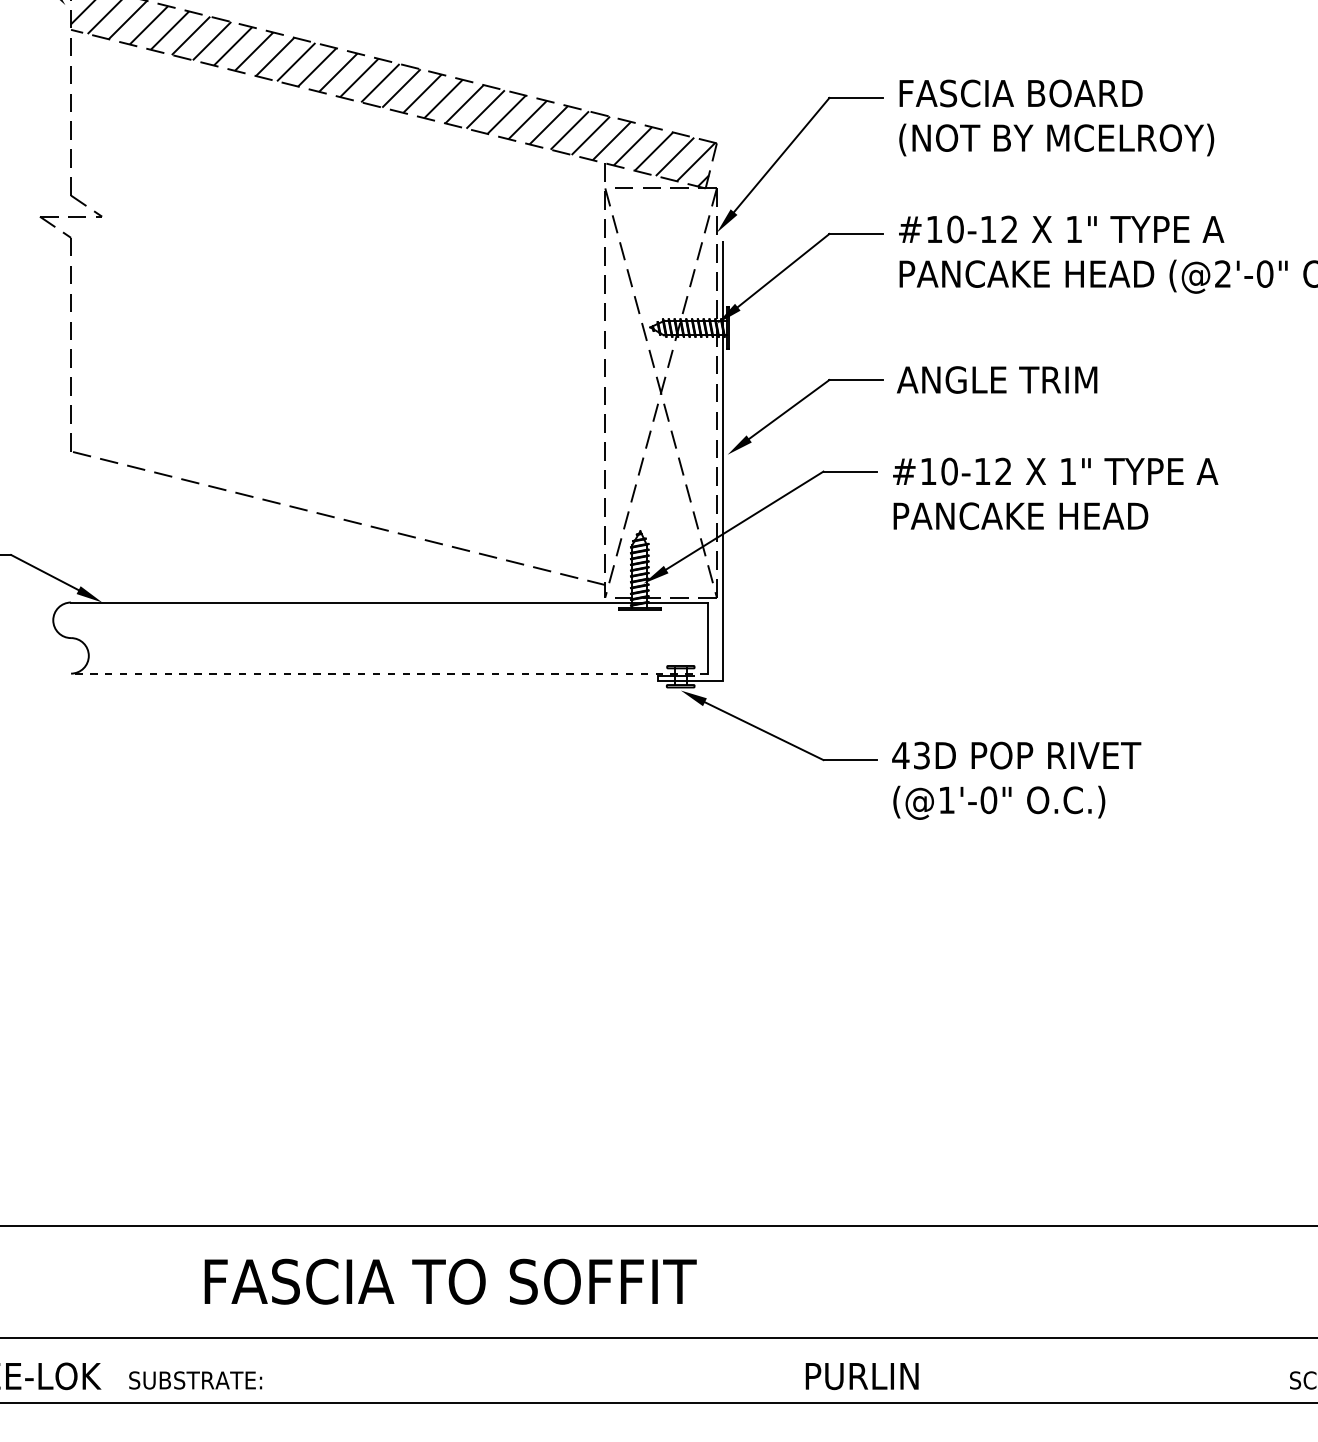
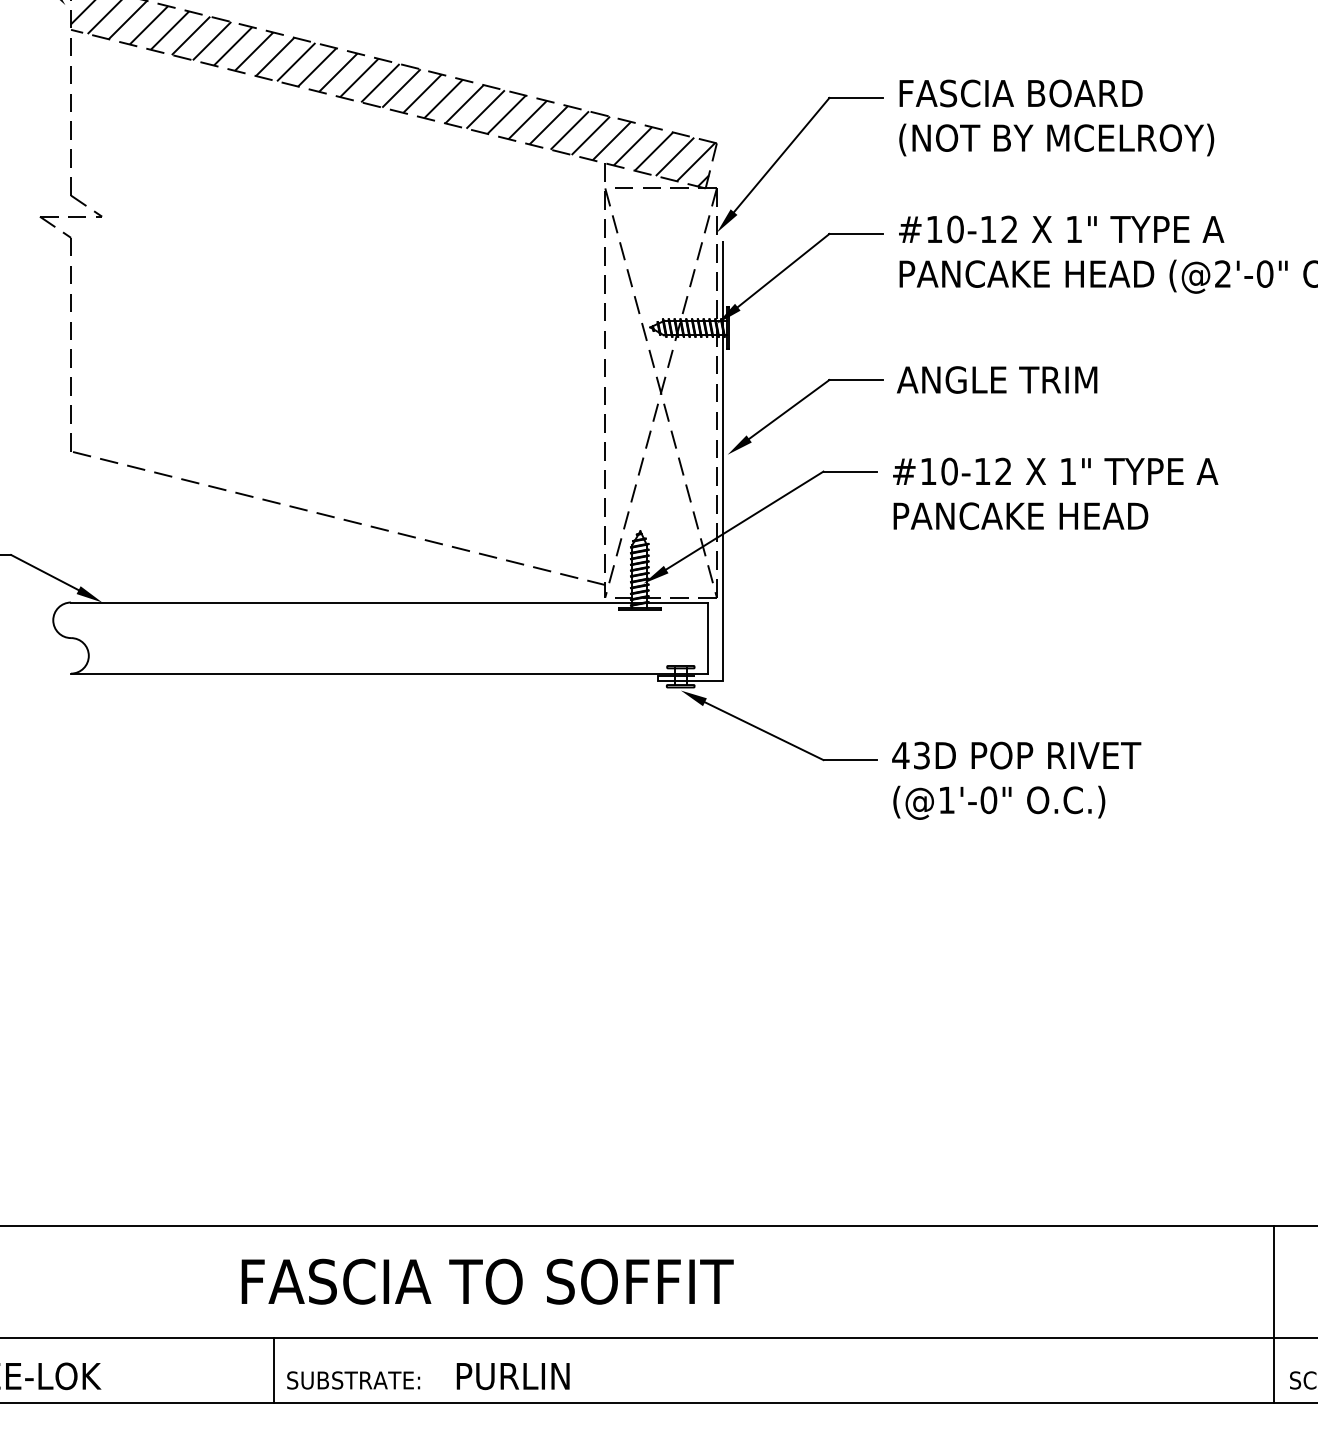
line at (388, 673): dashed -> solid
text at (450, 1281) position: (450, 1281) -> (487, 1281)
line at (1274, 1313): none -> present
line at (274, 1369): none -> present
text at (861, 1376) position: (861, 1376) -> (512, 1376)
text at (195, 1380) position: (195, 1380) -> (353, 1380)
